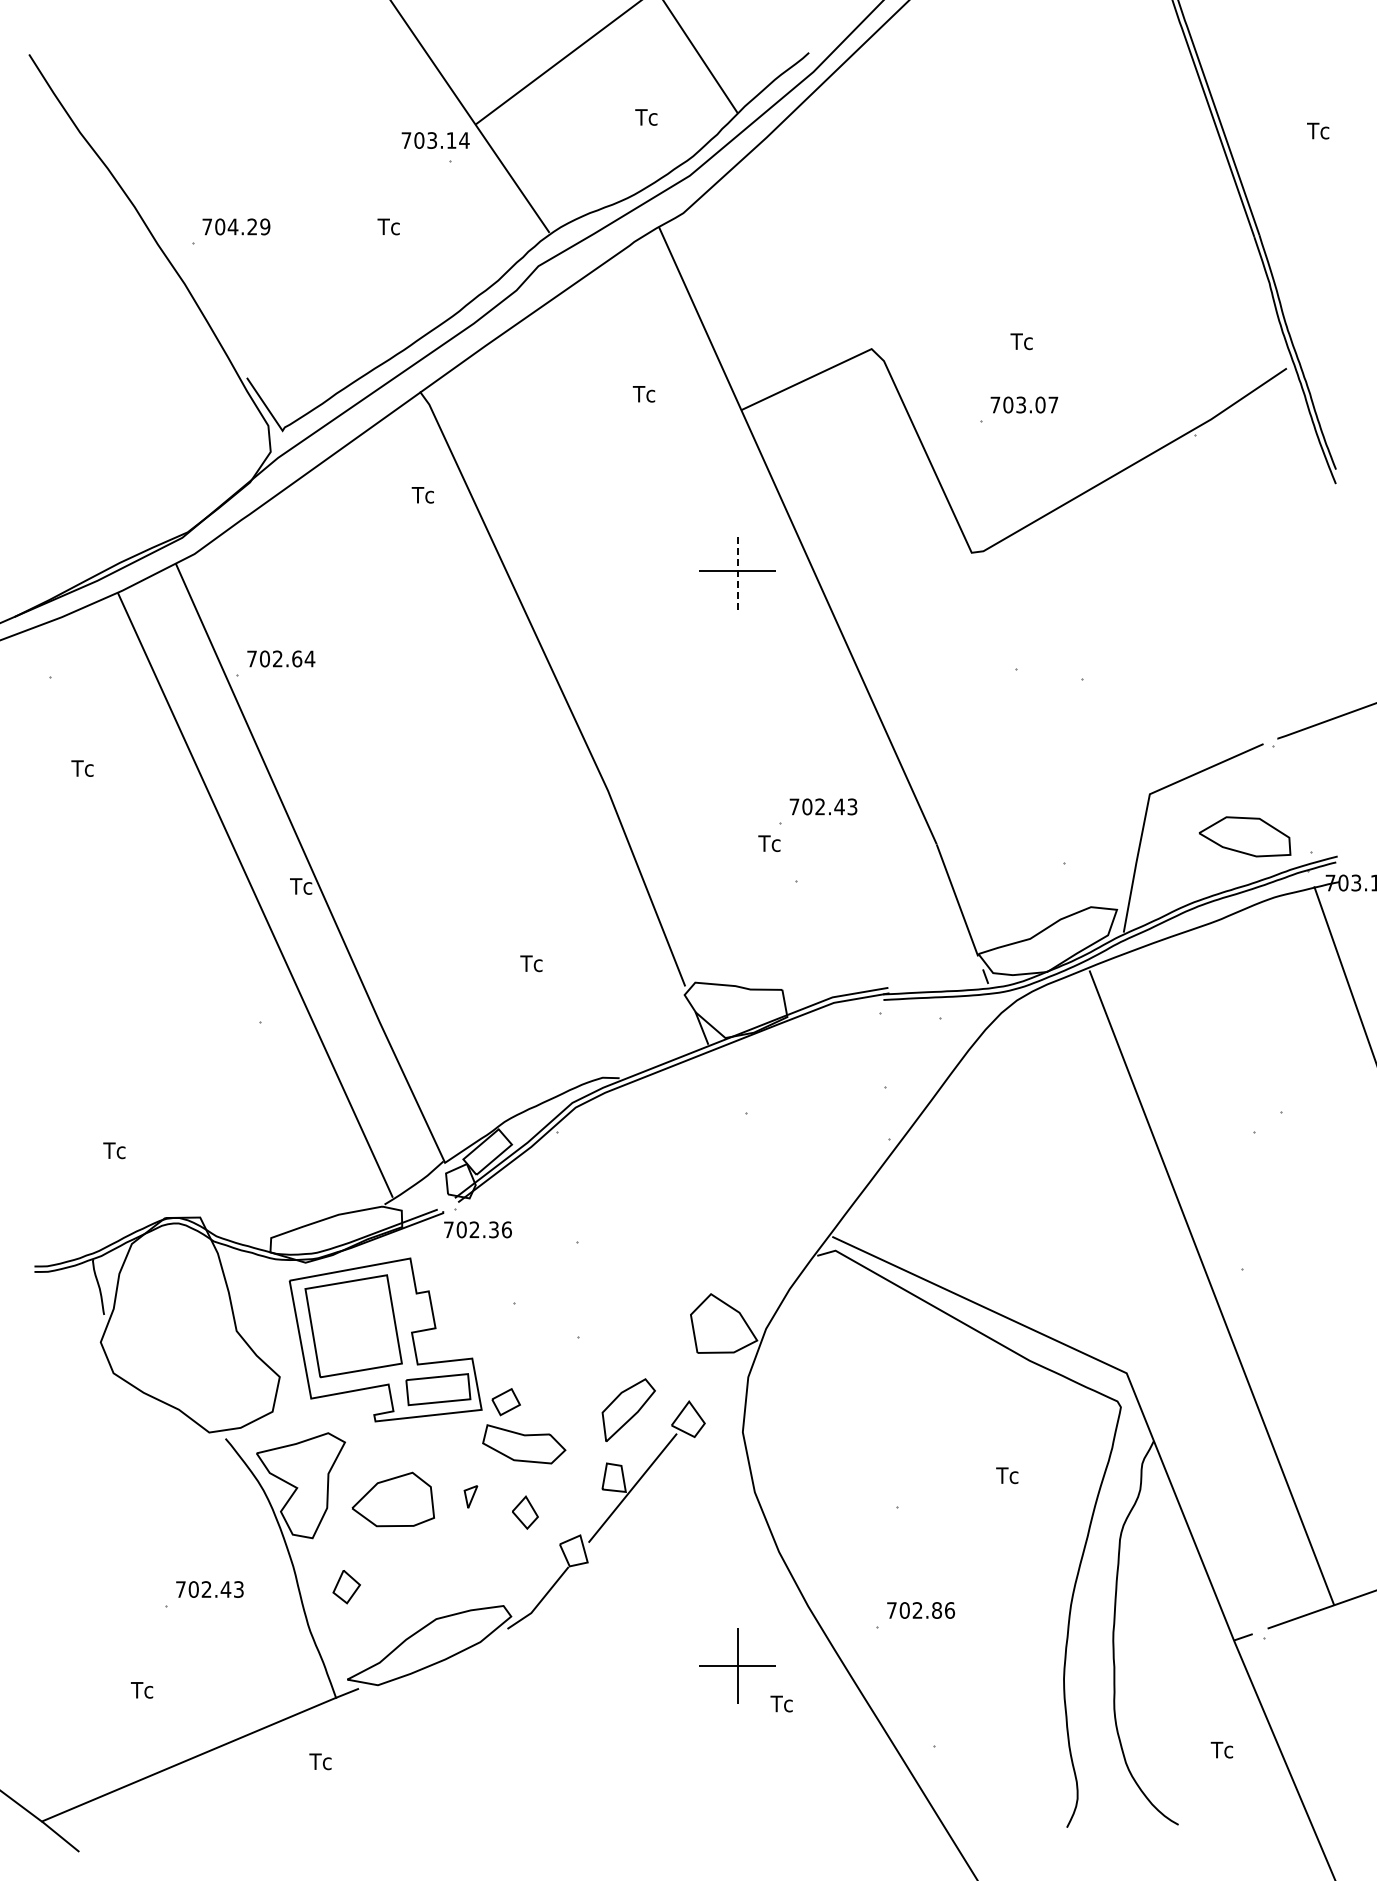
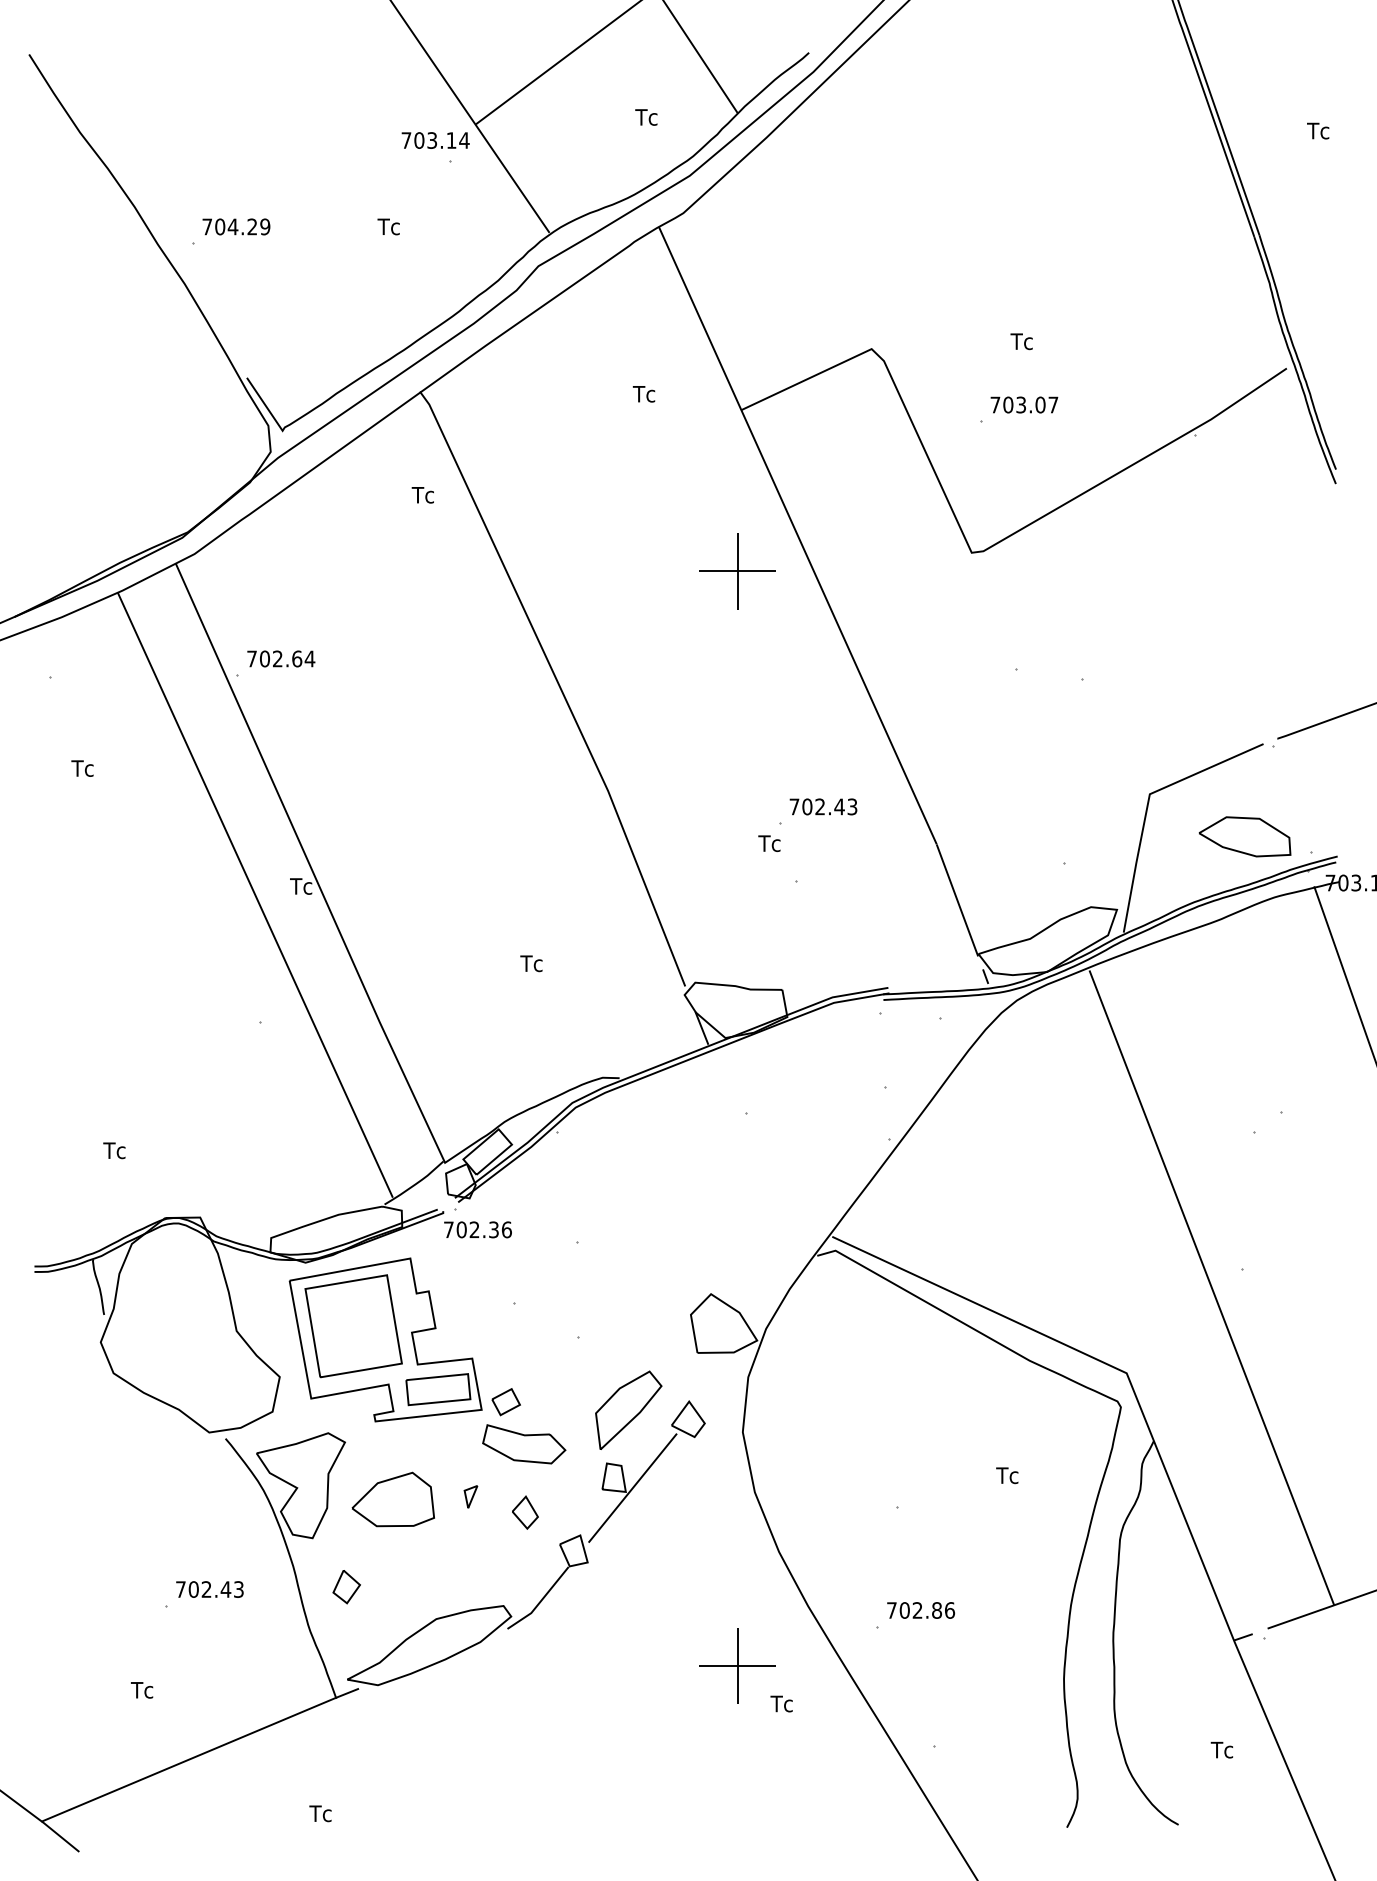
line at (737, 570): dashed -> solid
part at (628, 1409) size: 55x64 px -> 68x80 px
text at (320, 1761) position: (320, 1761) -> (320, 1813)
